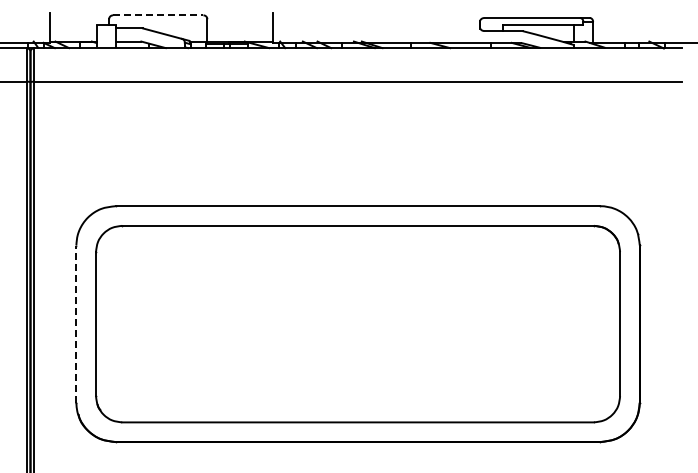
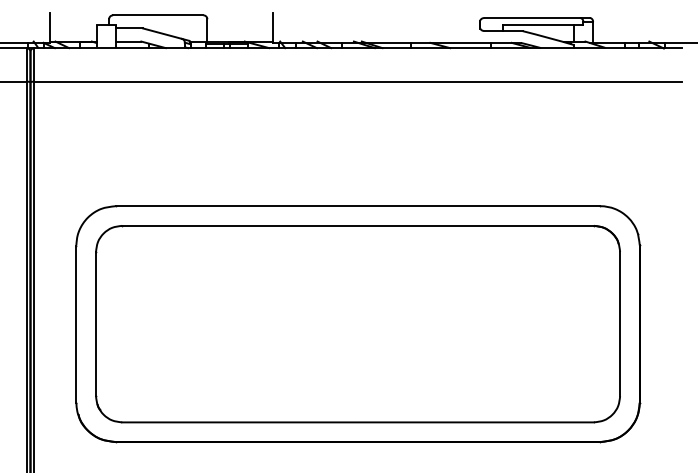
line at (158, 15): dashed -> solid
line at (76, 324): dashed -> solid
